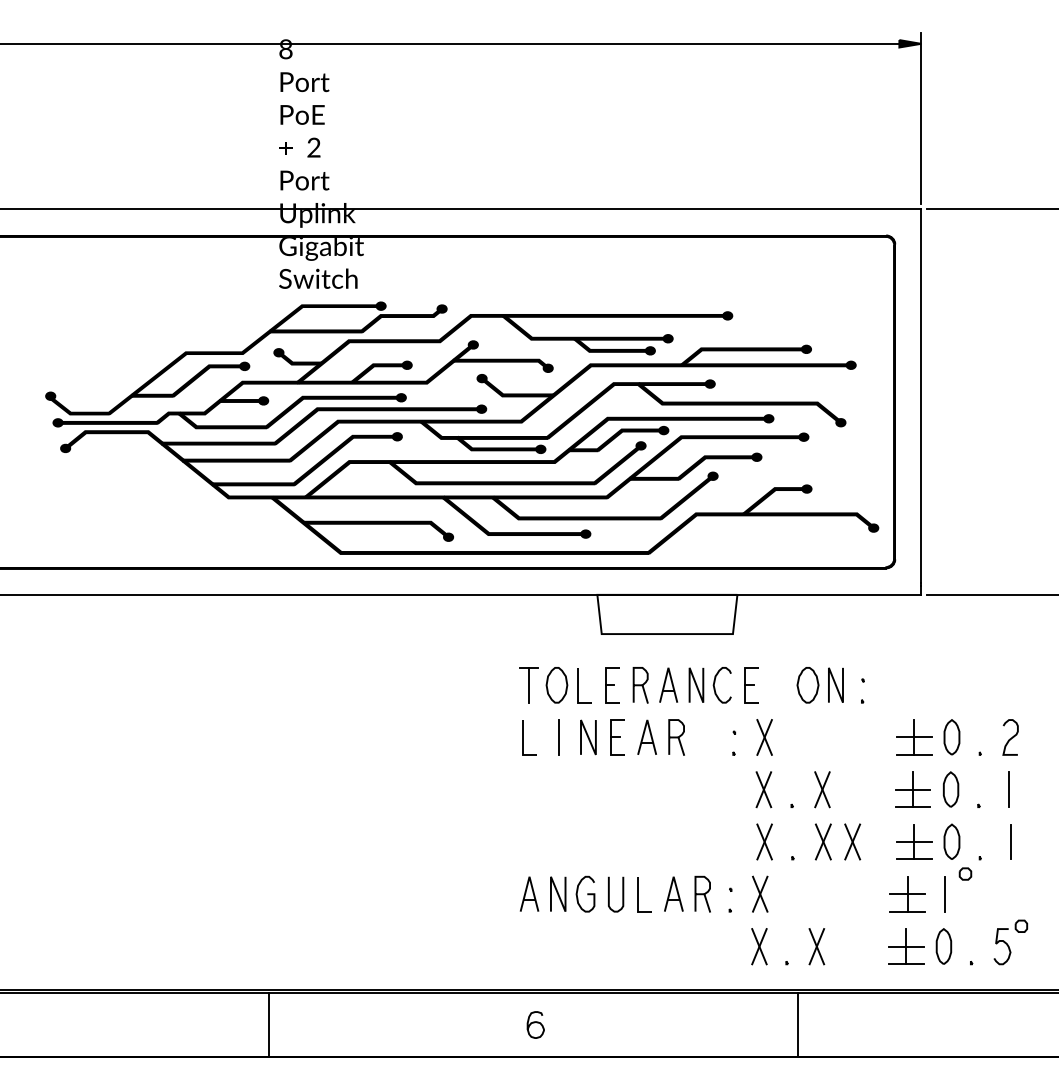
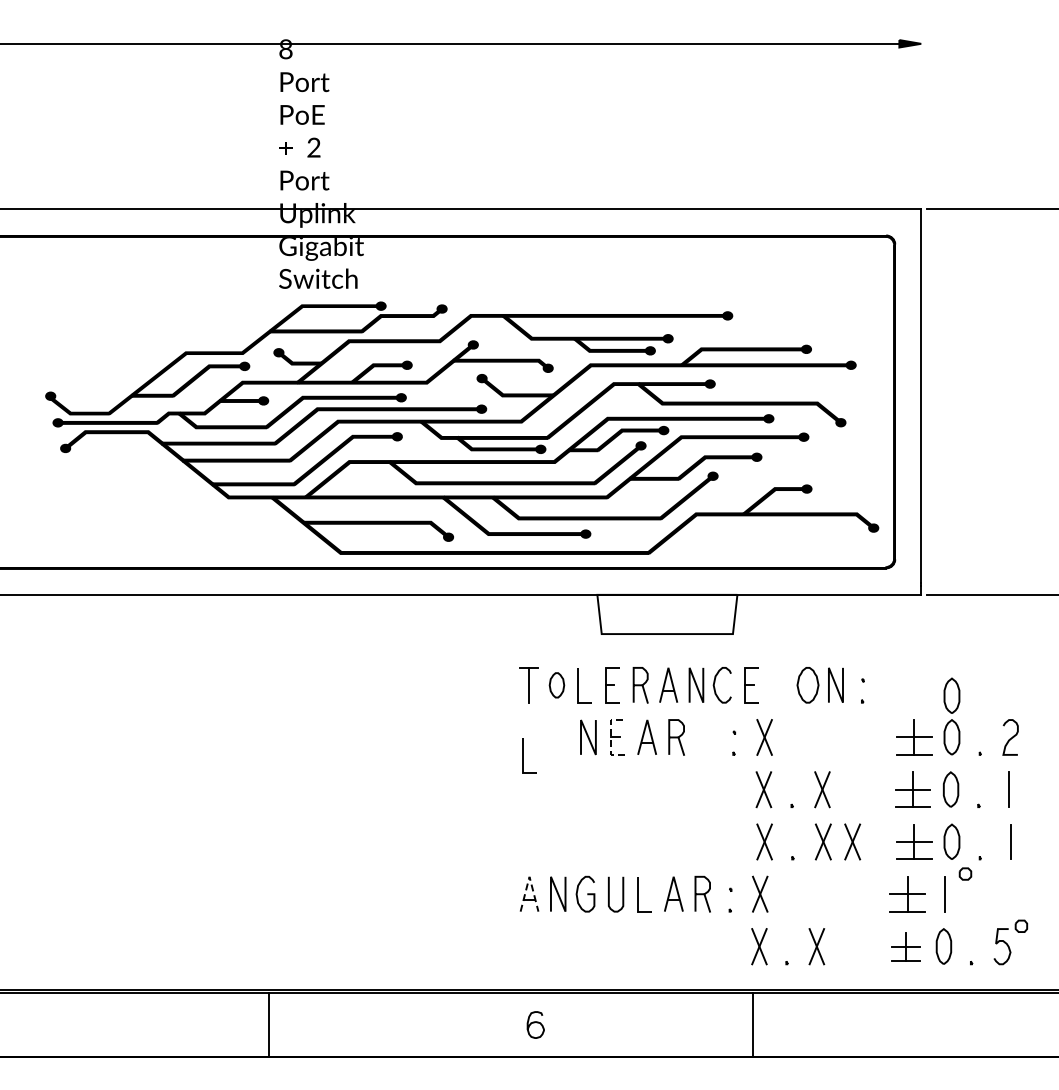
line at (921, 117): present -> none
part at (556, 685) size: 24x37 px -> 18x27 px
part at (951, 695): none -> present
line at (610, 736): solid -> dashed
line at (523, 737) position: (523, 737) -> (523, 755)
line at (559, 737): present -> none
line at (529, 876): solid -> dashed
part at (906, 946) size: 37x37 px -> 30x30 px
line at (798, 1024) position: (798, 1024) -> (753, 1024)
